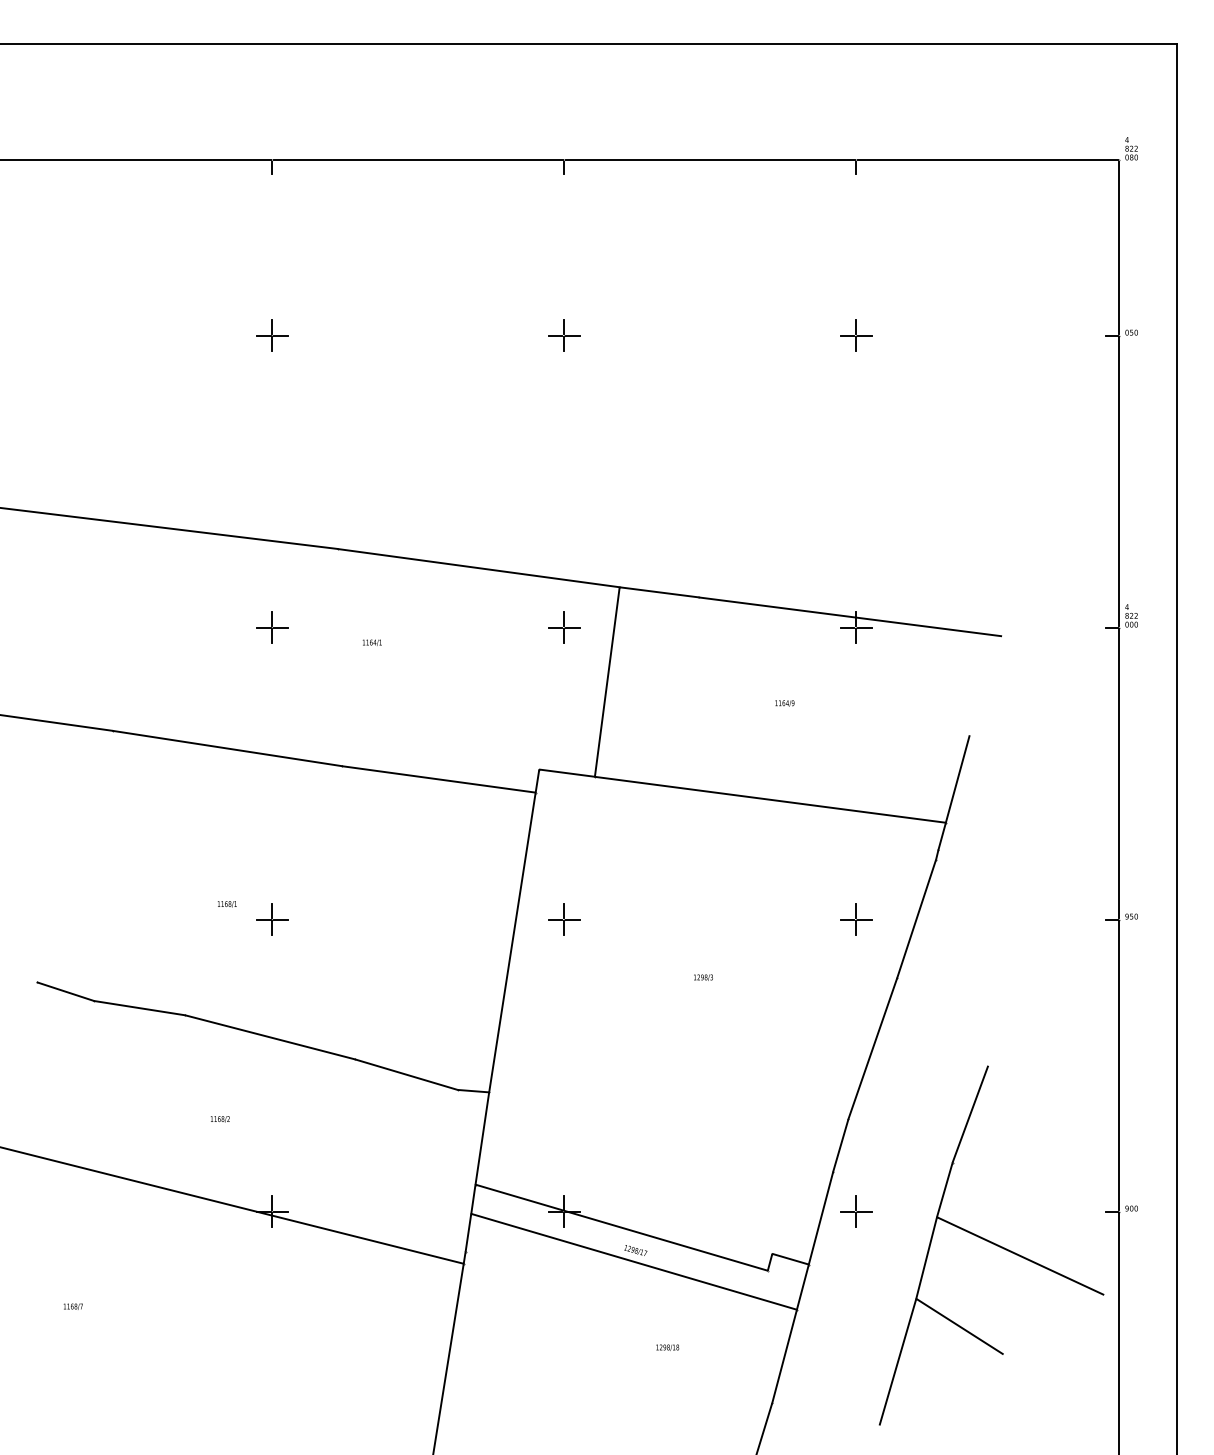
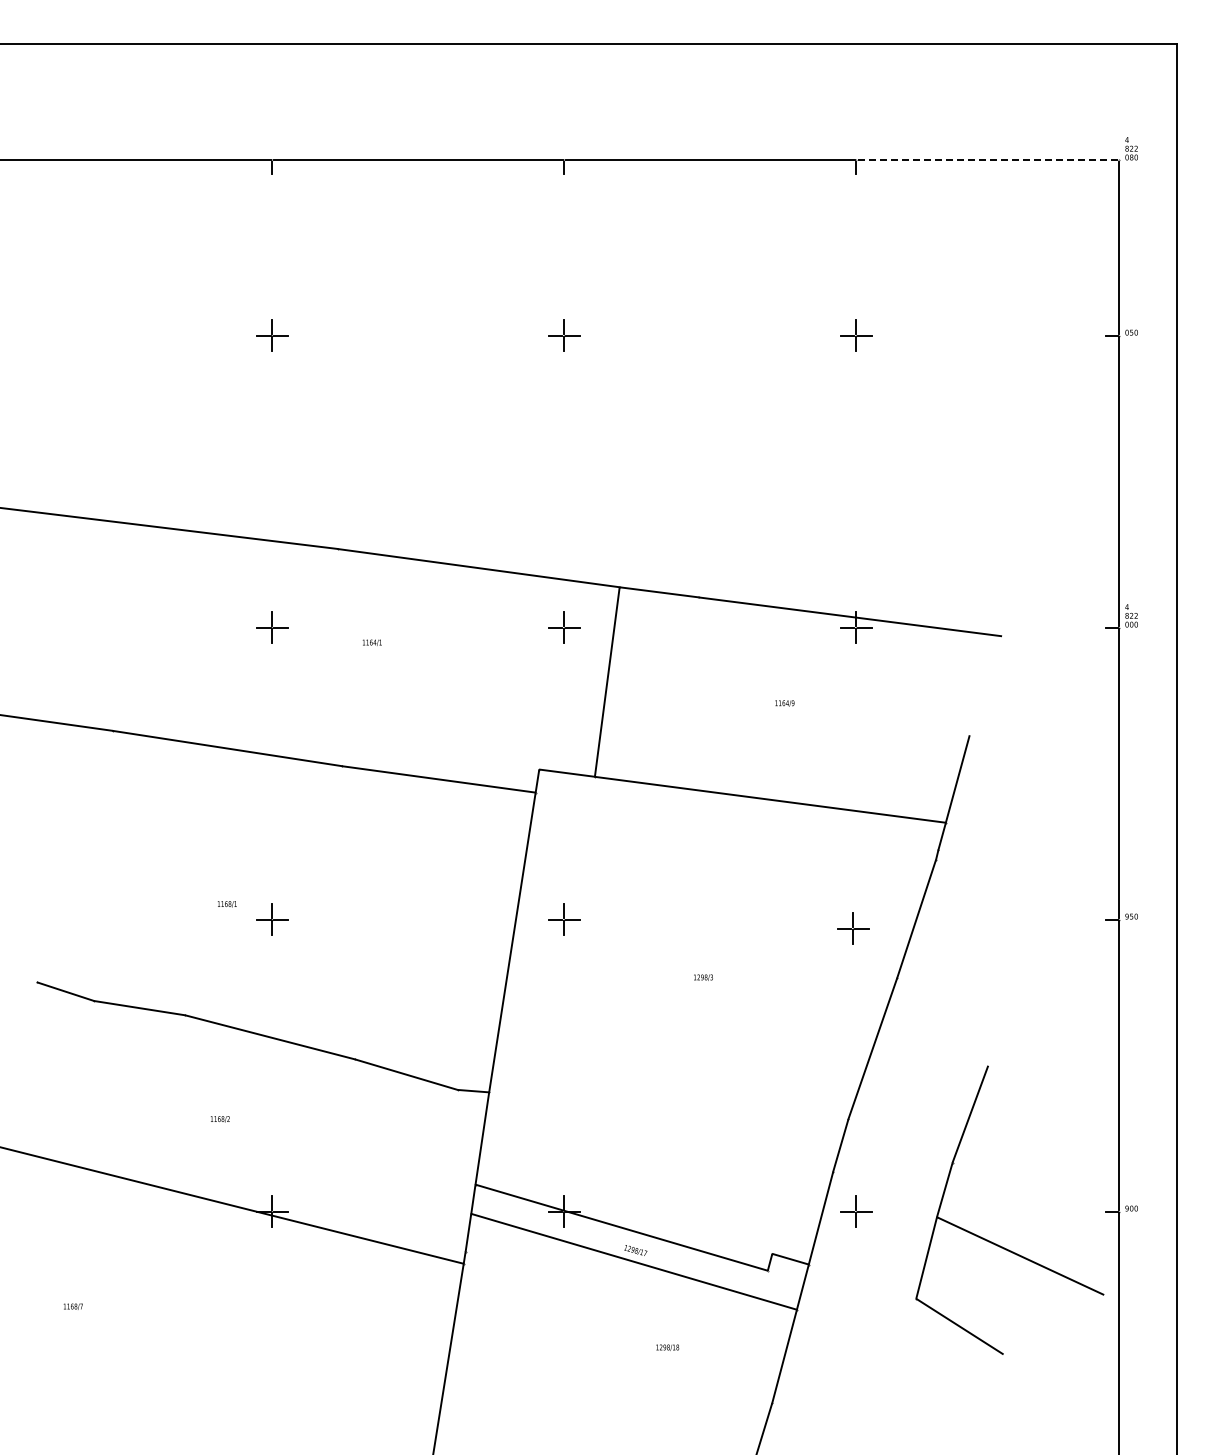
line at (987, 160): solid -> dashed
part at (856, 919) position: (856, 919) -> (853, 928)
line at (897, 1361): present -> none
